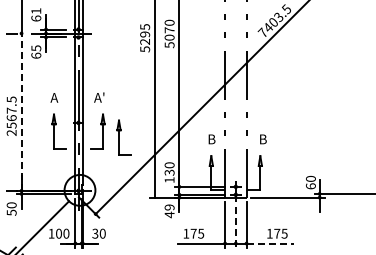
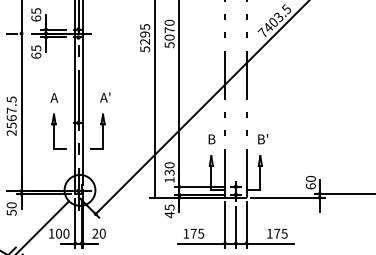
text at (36, 11): 61 -> 65
text at (99, 97) position: (99, 97) -> (105, 97)
line at (21, 112): dashed -> solid
part at (123, 137): present -> none
text at (263, 139): B -> B'
text at (169, 207): 49 -> 45
line at (235, 227): dashed -> solid
text at (95, 233): 30 -> 20
line at (270, 243): dashed -> solid
